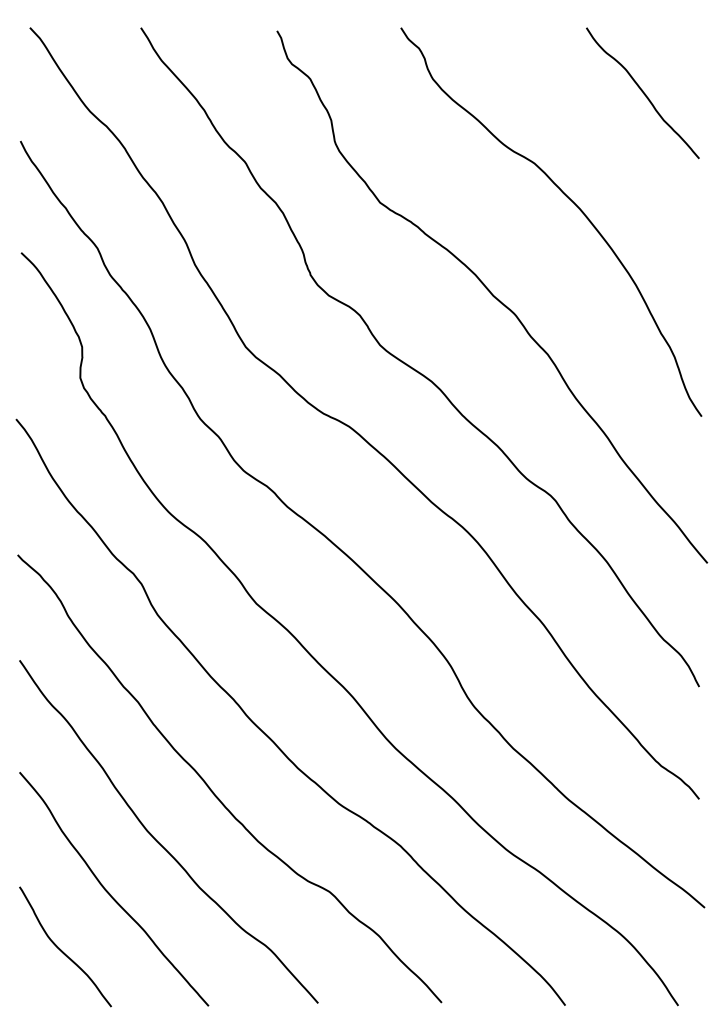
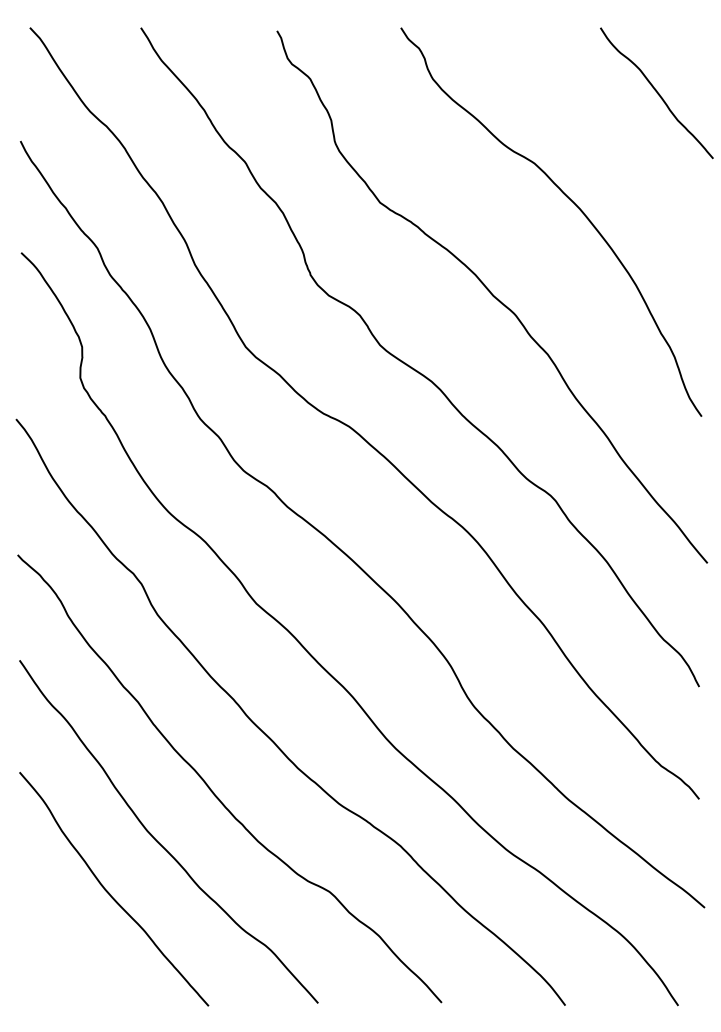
curve at (642, 92) position: (642, 92) -> (656, 92)
curve at (61, 949): present -> none
